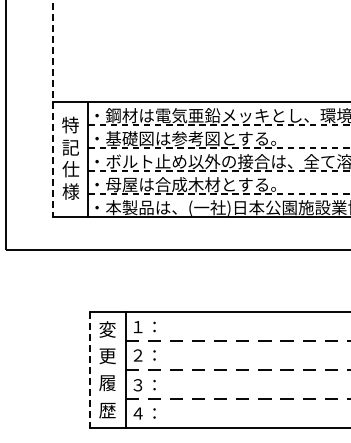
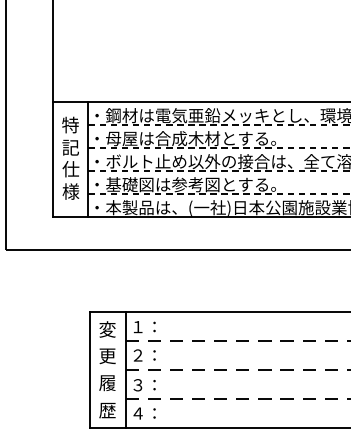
line at (52, 109): dashed -> solid
text at (163, 138): ・基礎図は参考図とする。 -> ・母屋は合成木材とする。
text at (163, 184): ・母屋は合成木材とする。 -> ・基礎図は参考図とする。
line at (89, 369): dashed -> solid
